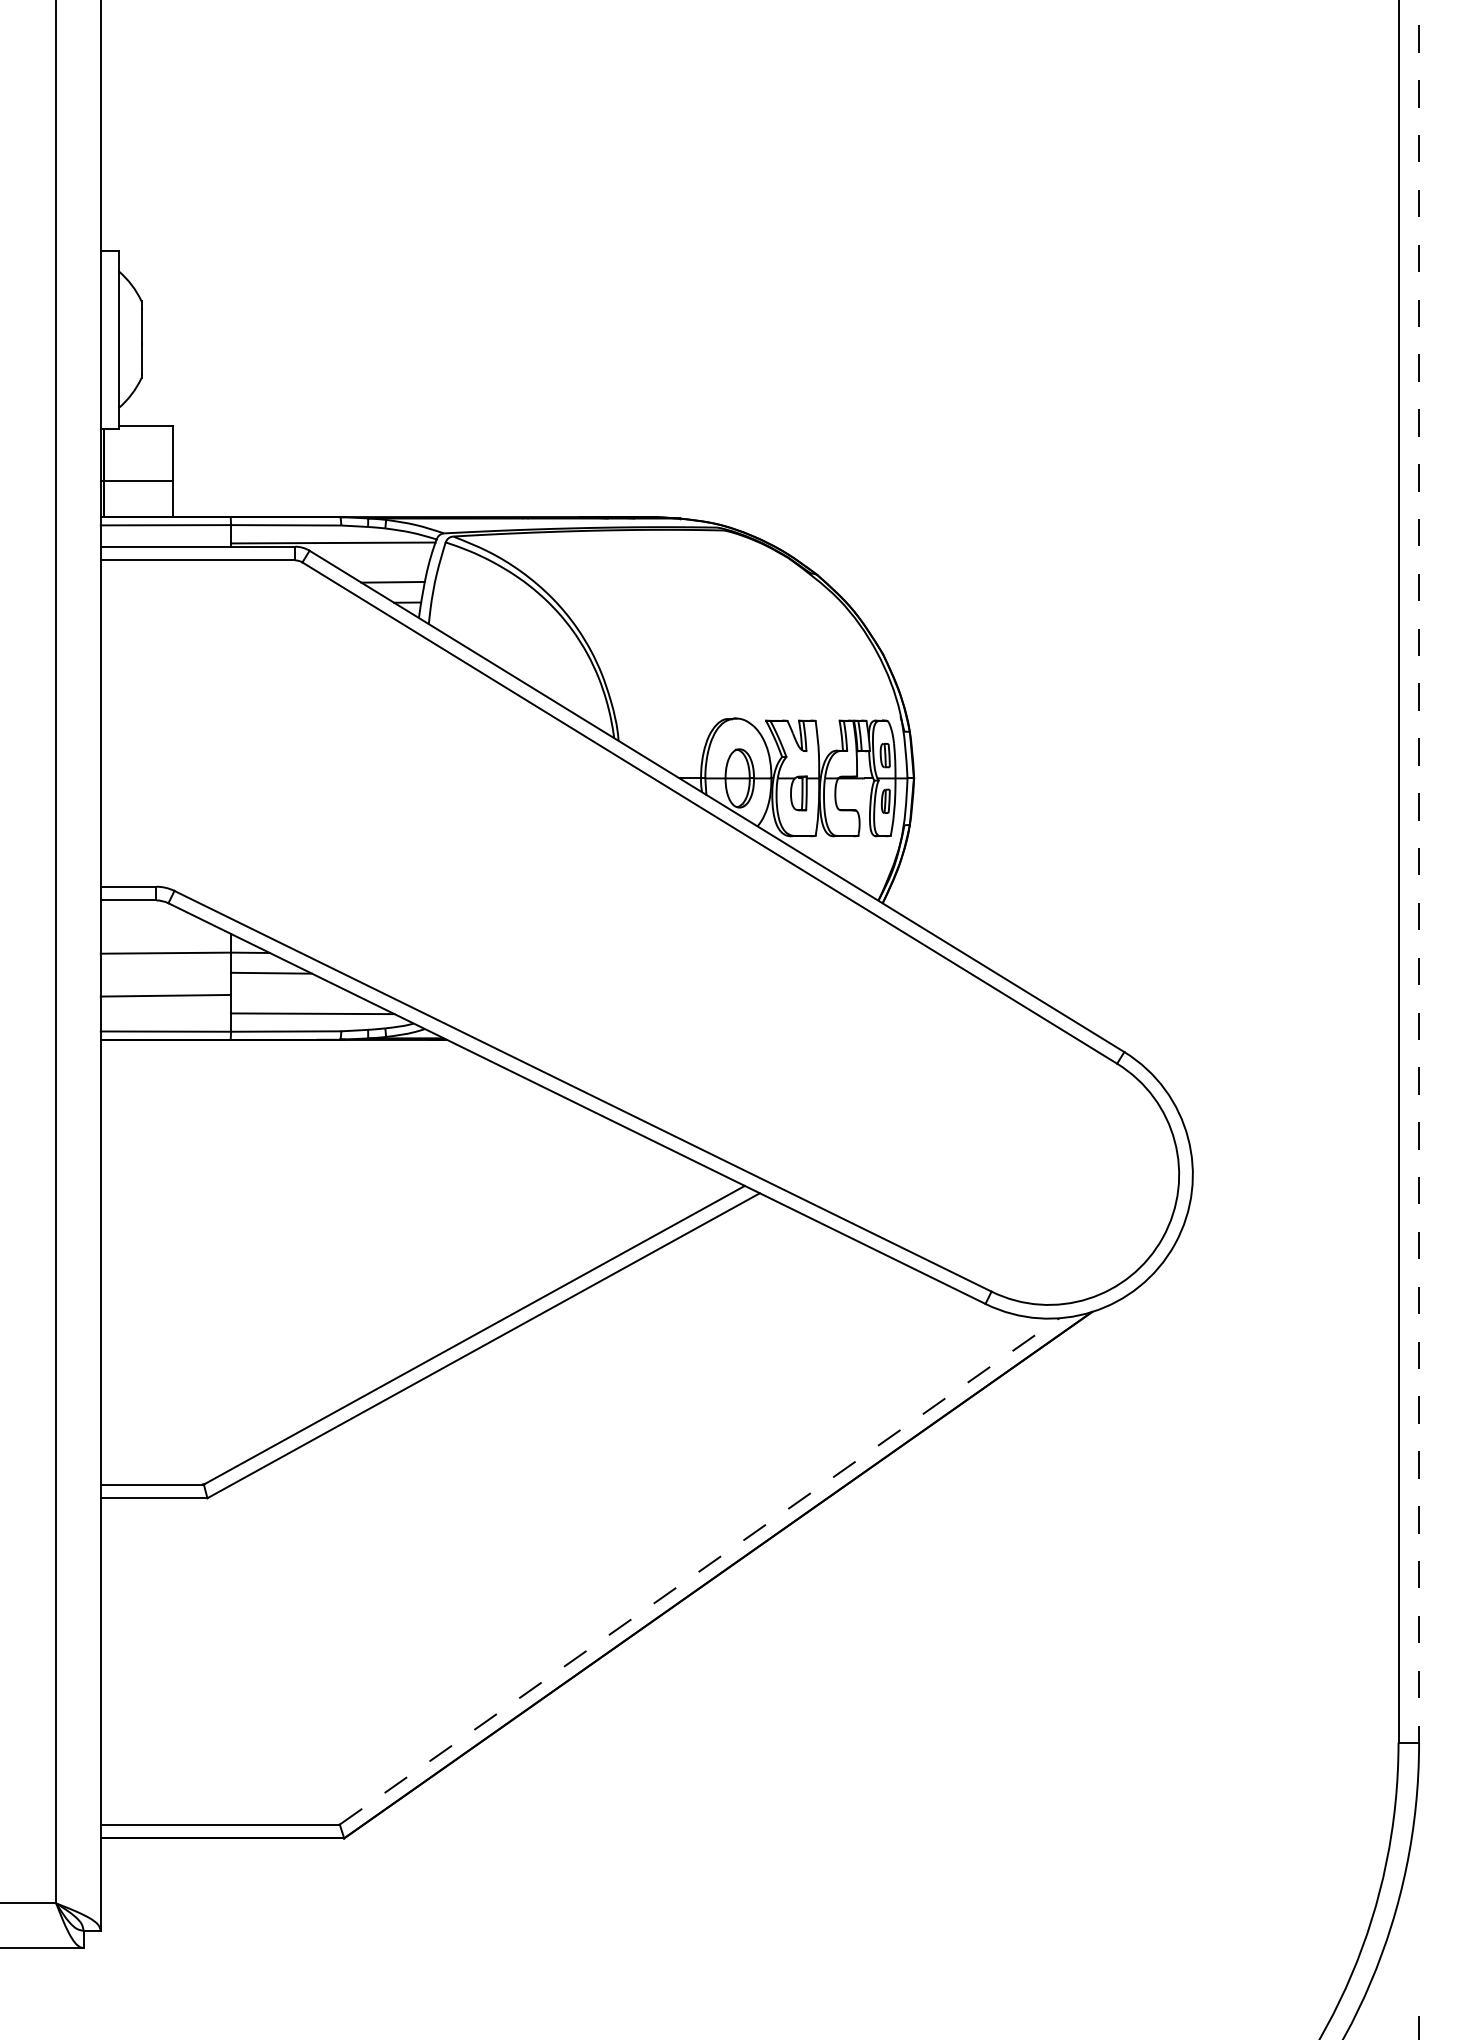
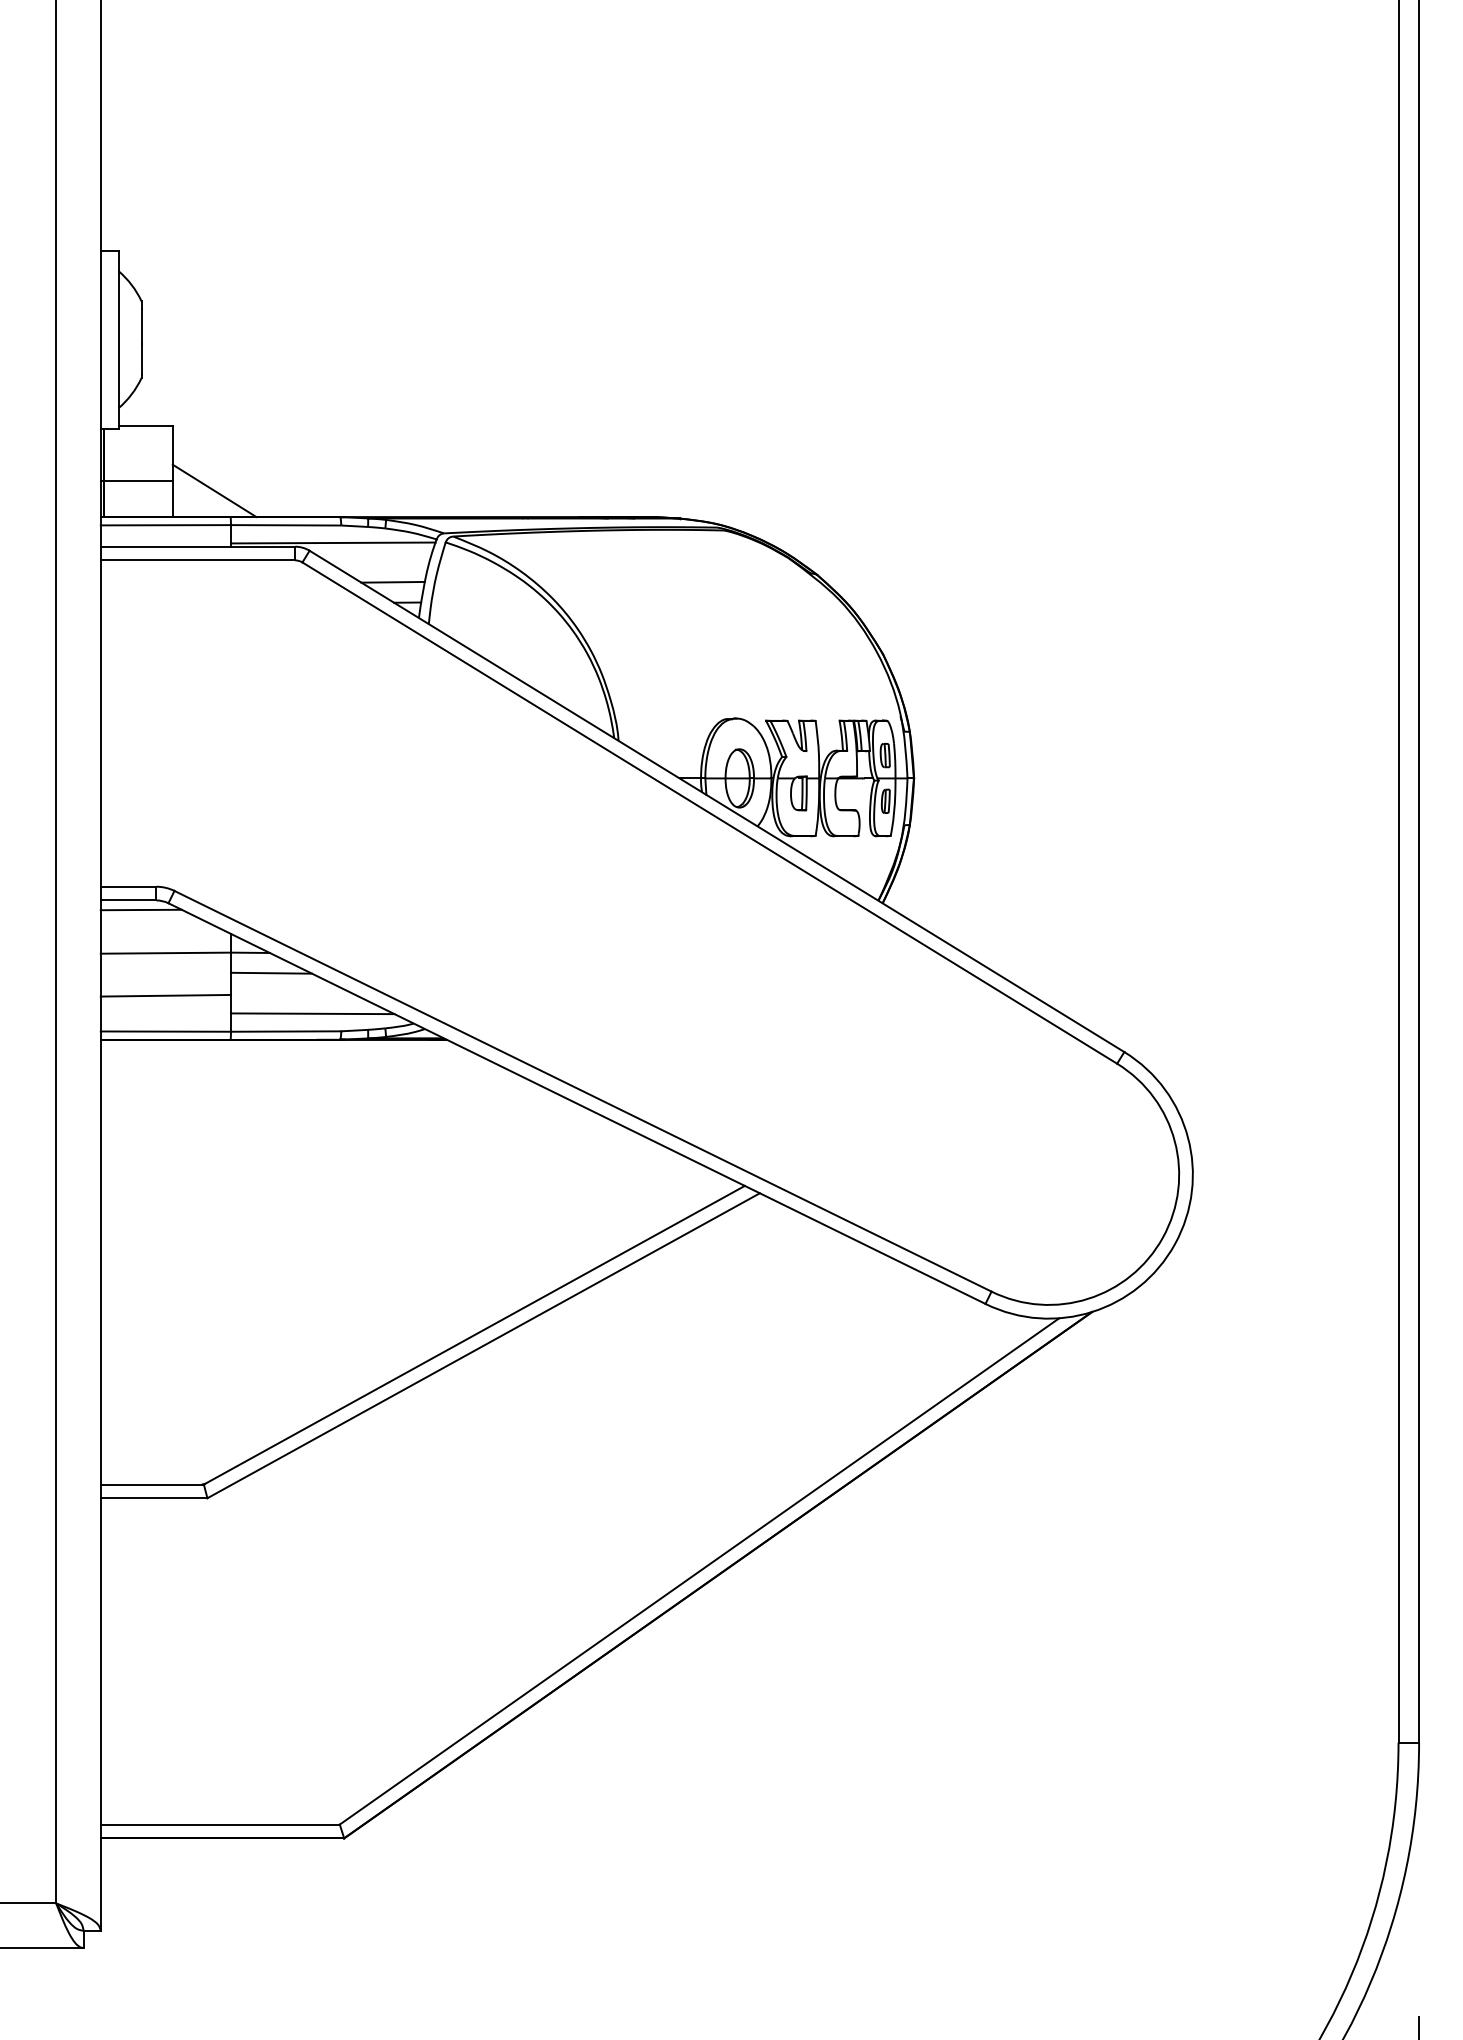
line at (214, 490): none -> present
line at (1419, 871): dashed -> solid
line at (140, 909): none -> present
line at (699, 1571): dashed -> solid
